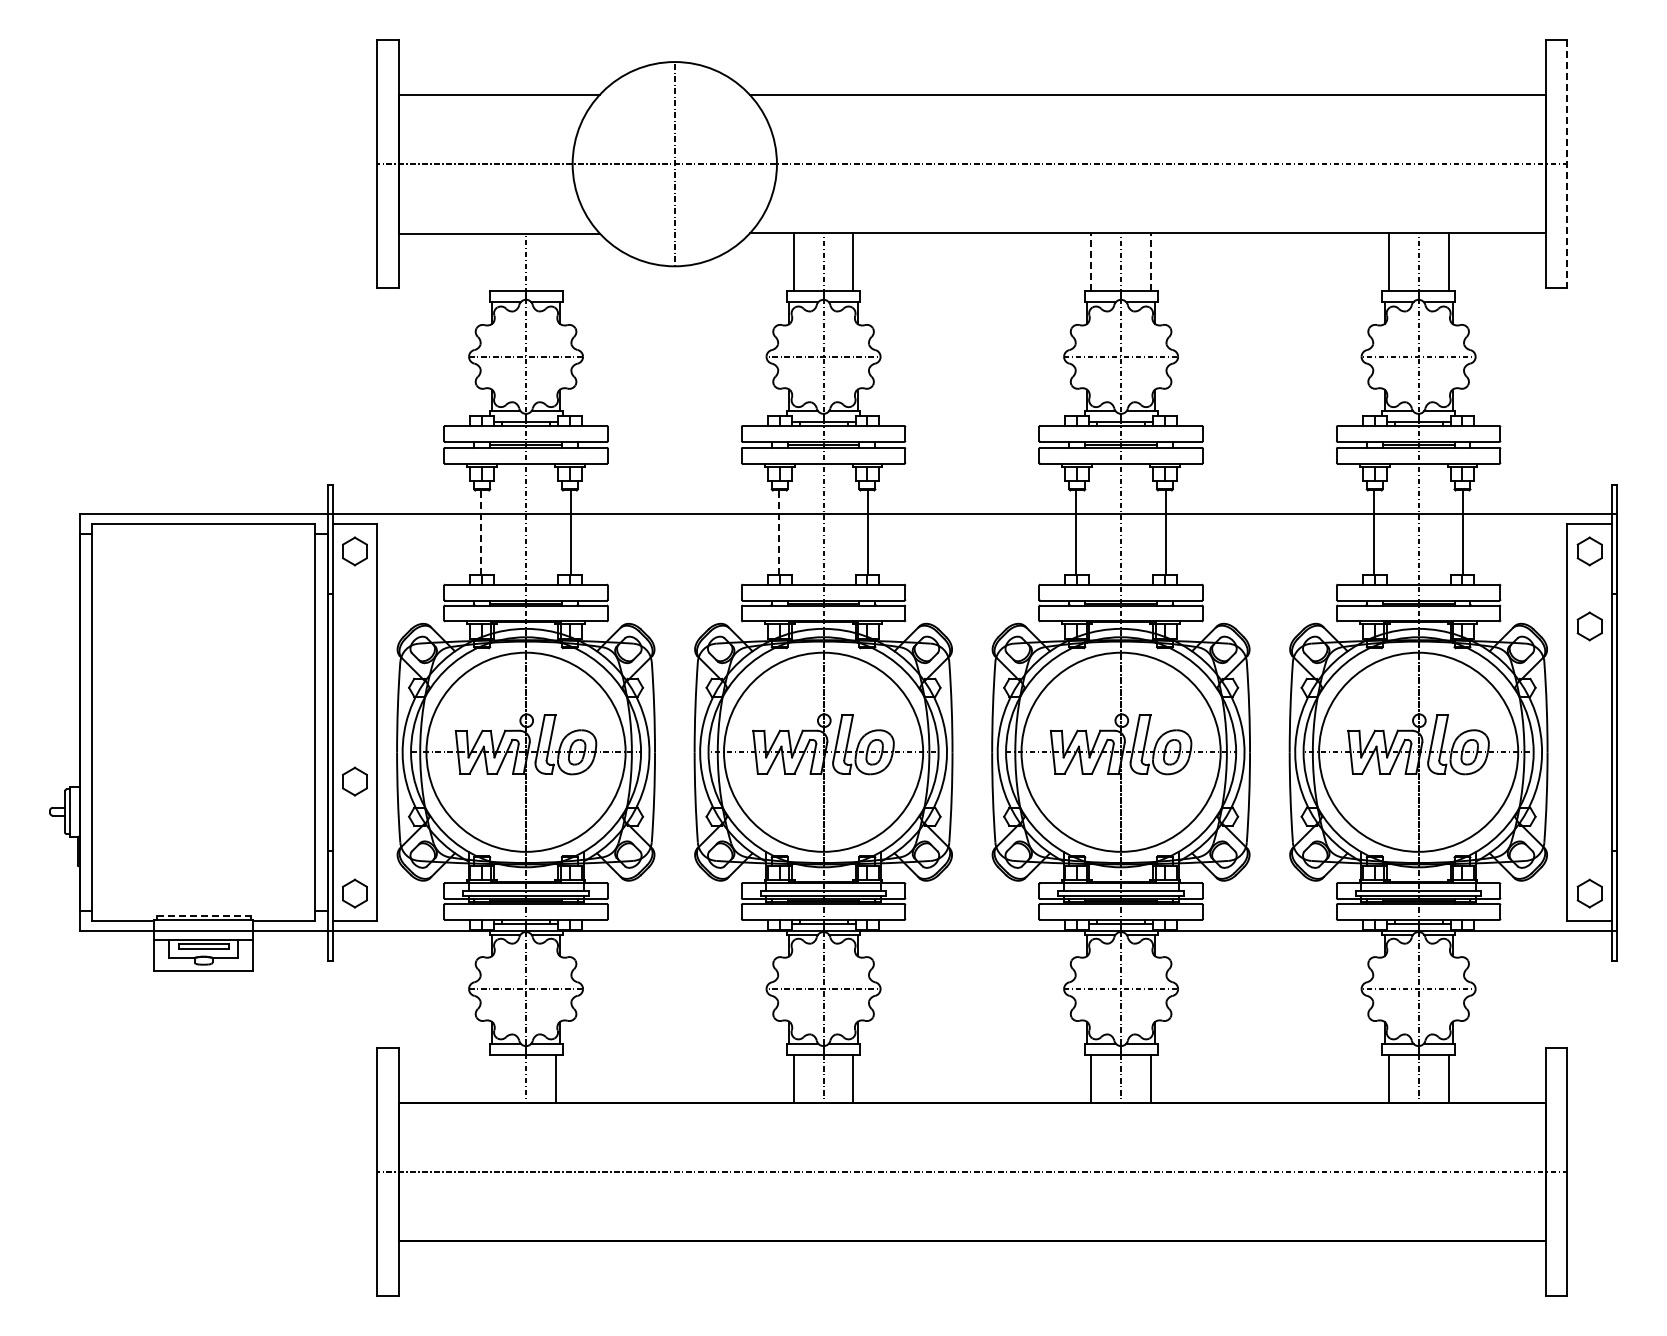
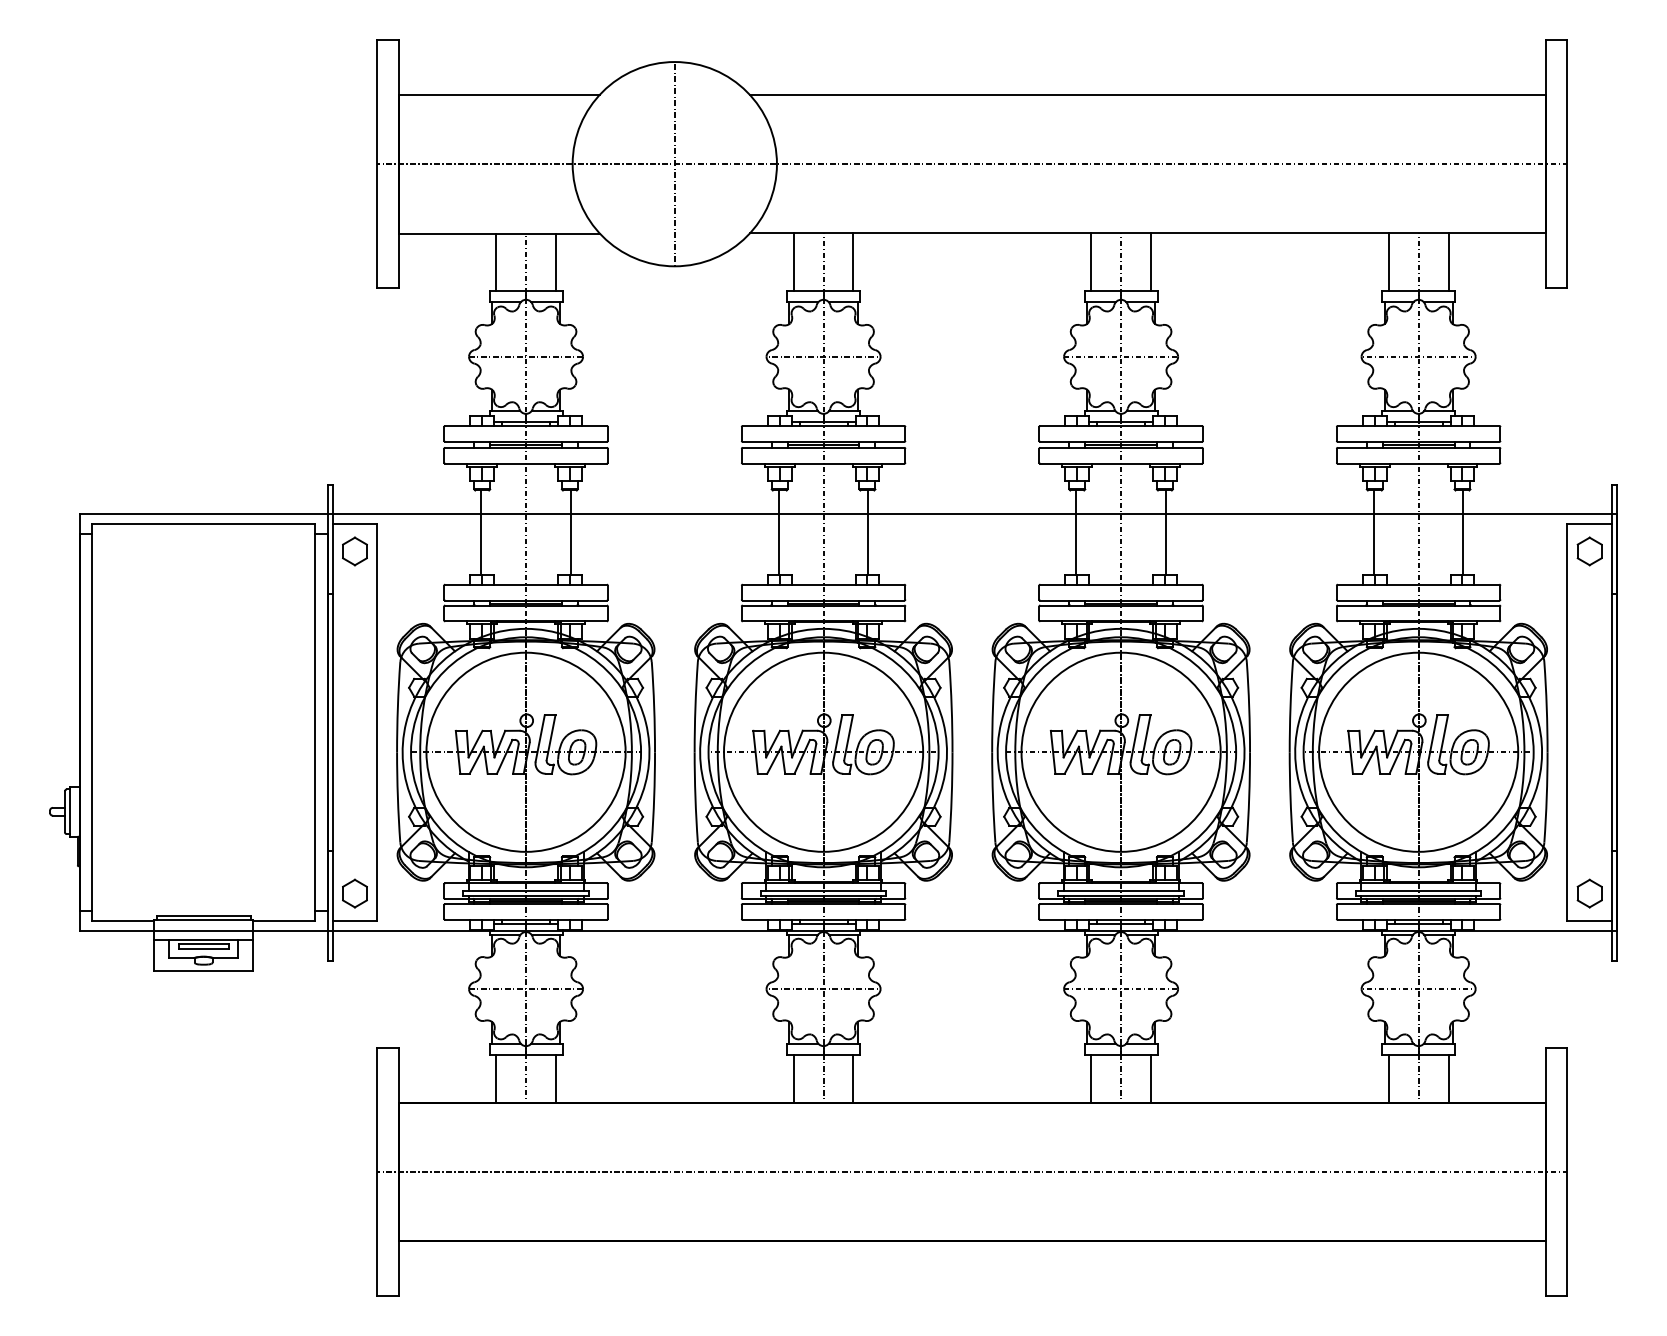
line at (1567, 164): dashed -> solid
line at (496, 262): none -> present
line at (555, 262): none -> present
line at (1091, 262): dashed -> solid
line at (1151, 262): dashed -> solid
line at (481, 532): dashed -> solid
line at (778, 532): dashed -> solid
part at (1589, 626): present -> none
part at (354, 781): present -> none
line at (204, 915): dashed -> solid
line at (496, 1078): none -> present
